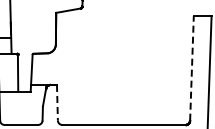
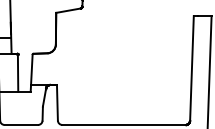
line at (191, 67): dashed -> solid
line at (57, 102): dashed -> solid
